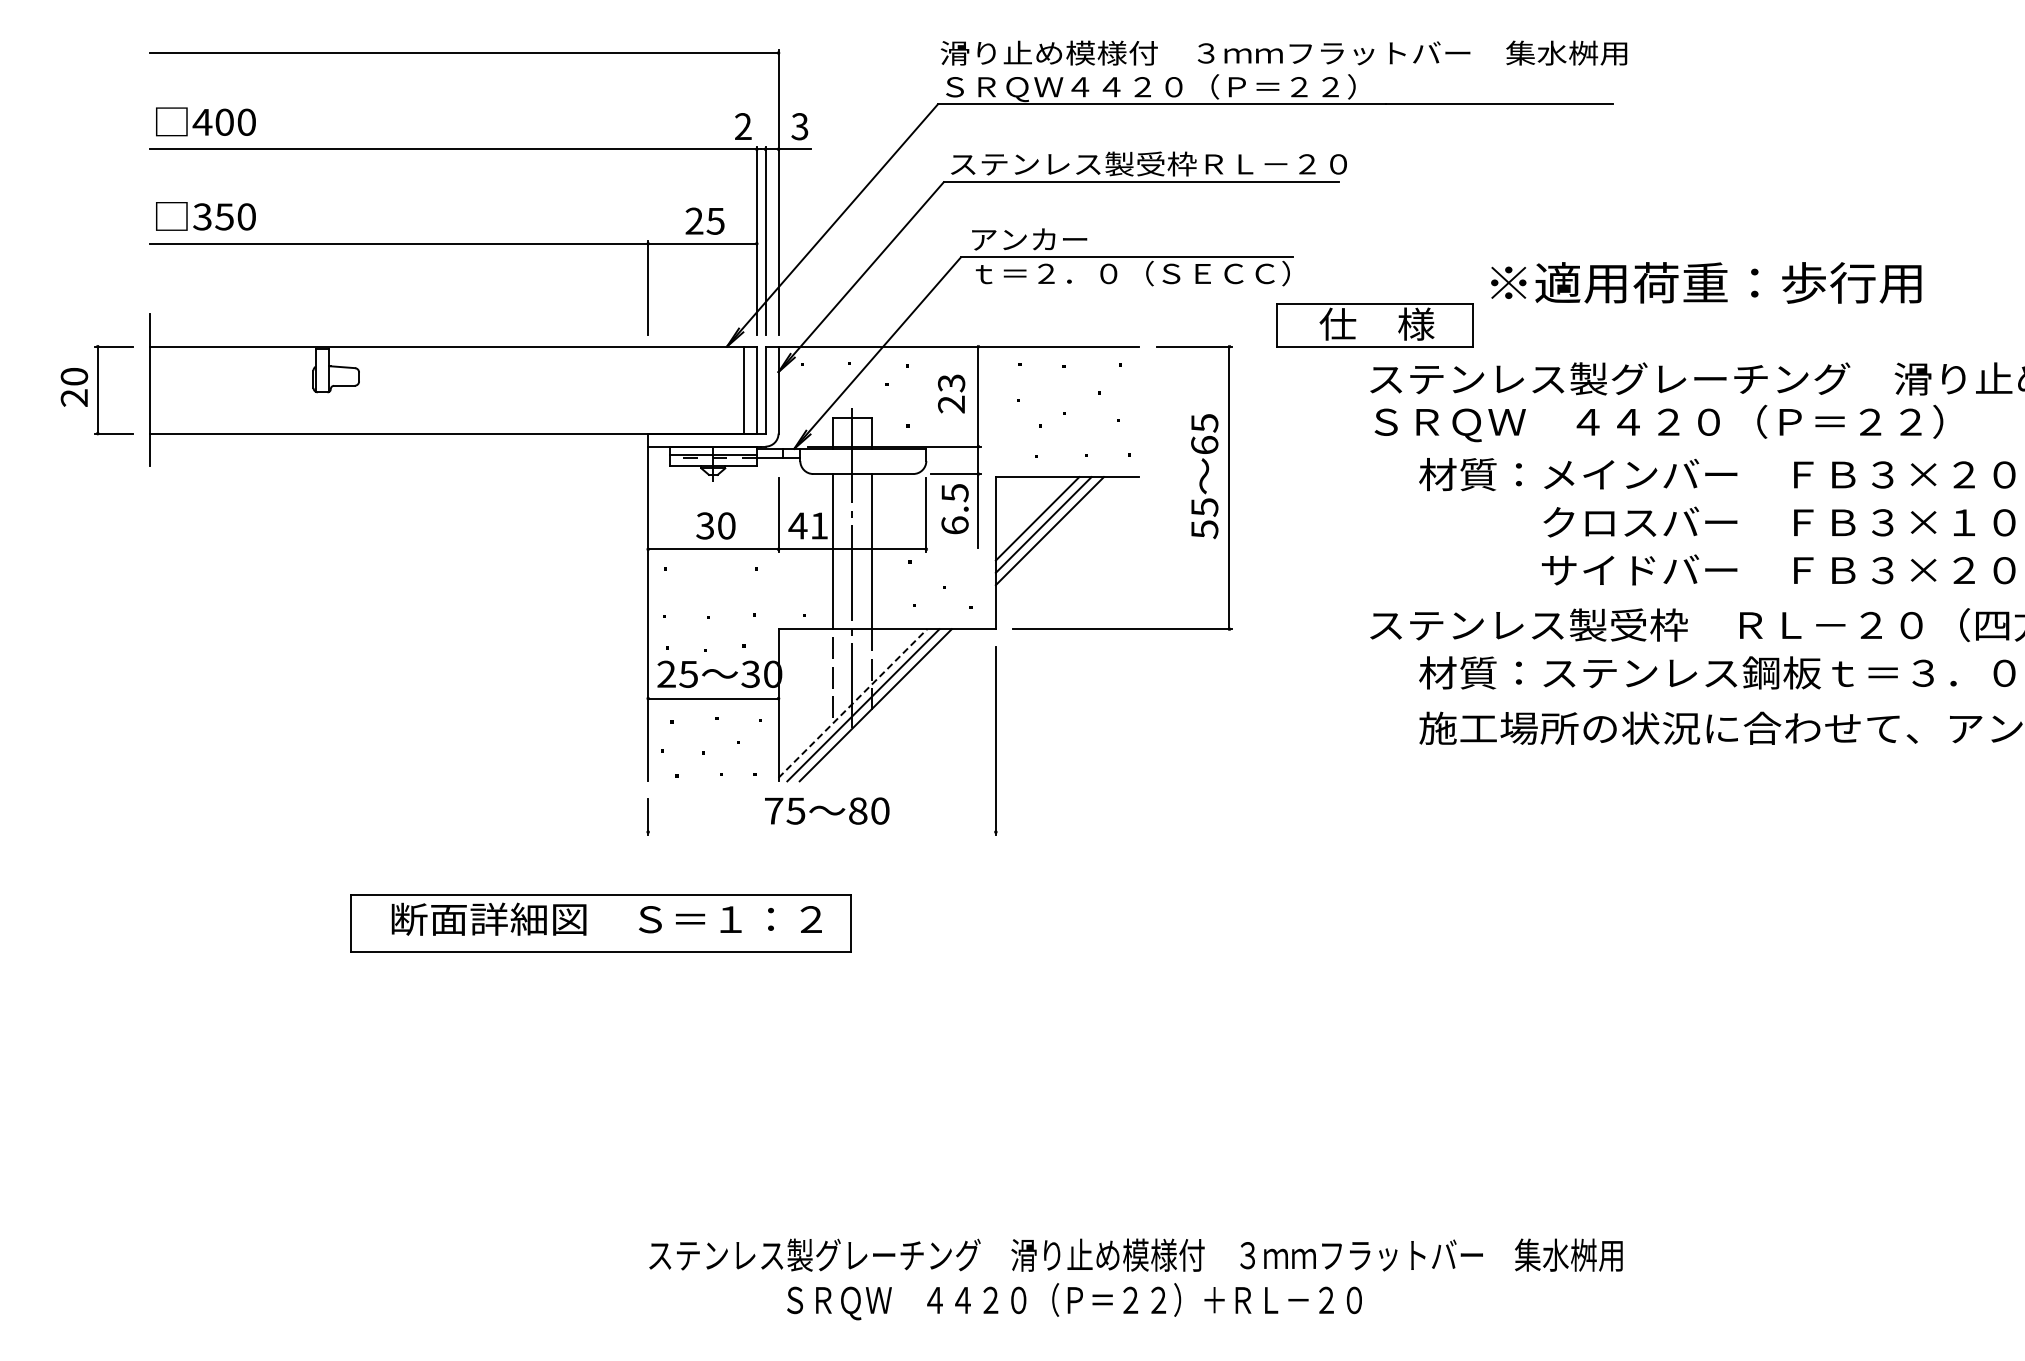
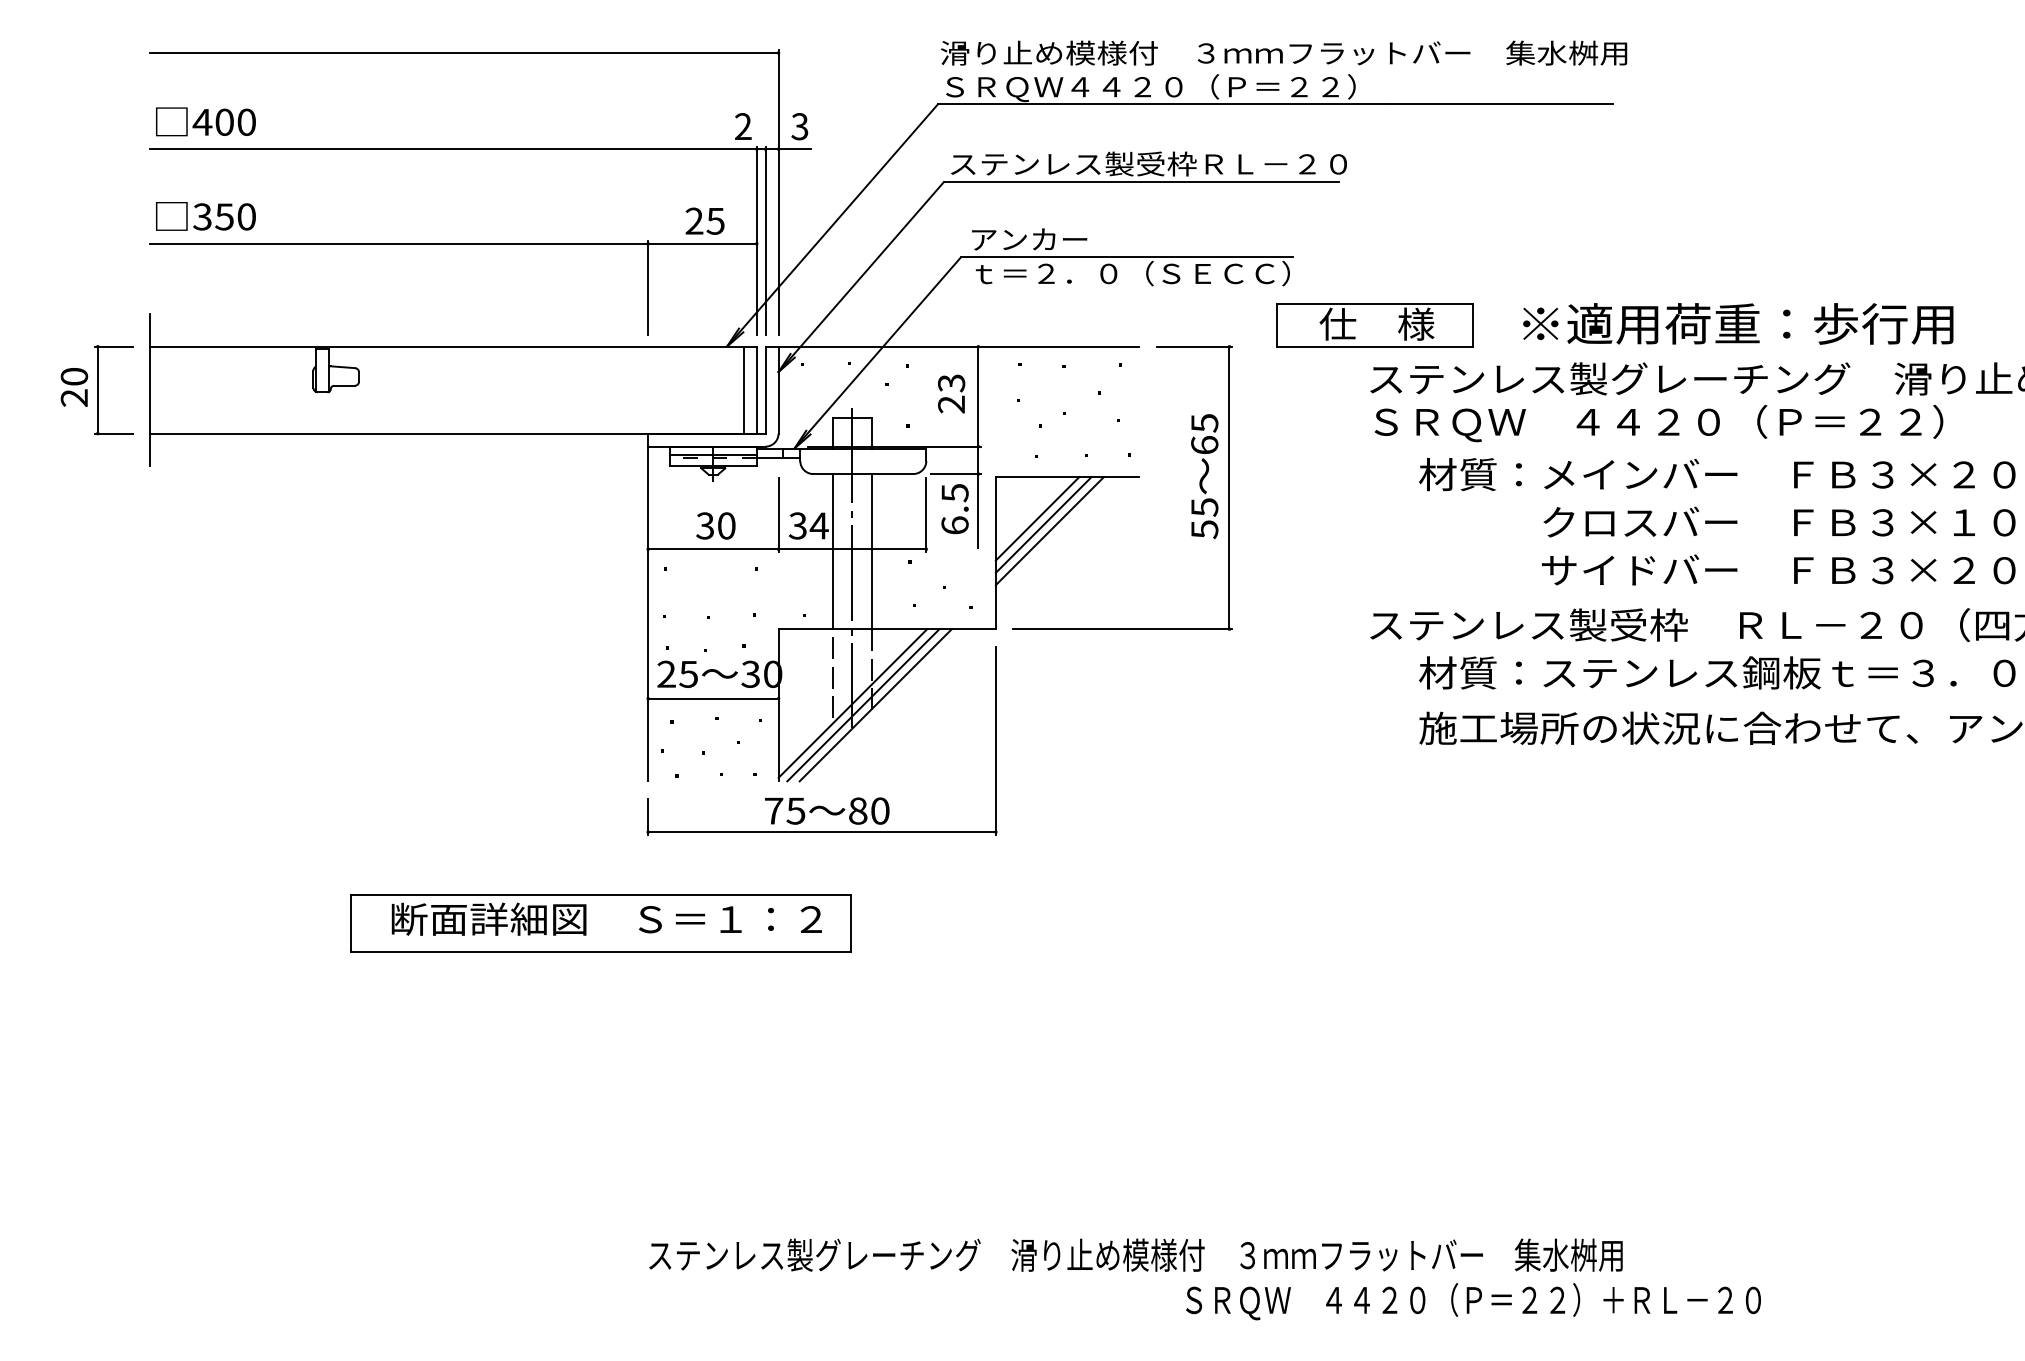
text at (1706, 282) position: (1706, 282) -> (1738, 323)
text at (808, 525): 41 -> 34
line at (853, 703): dashed -> solid
line at (821, 832): none -> present
text at (1074, 1301) position: (1074, 1301) -> (1473, 1301)
